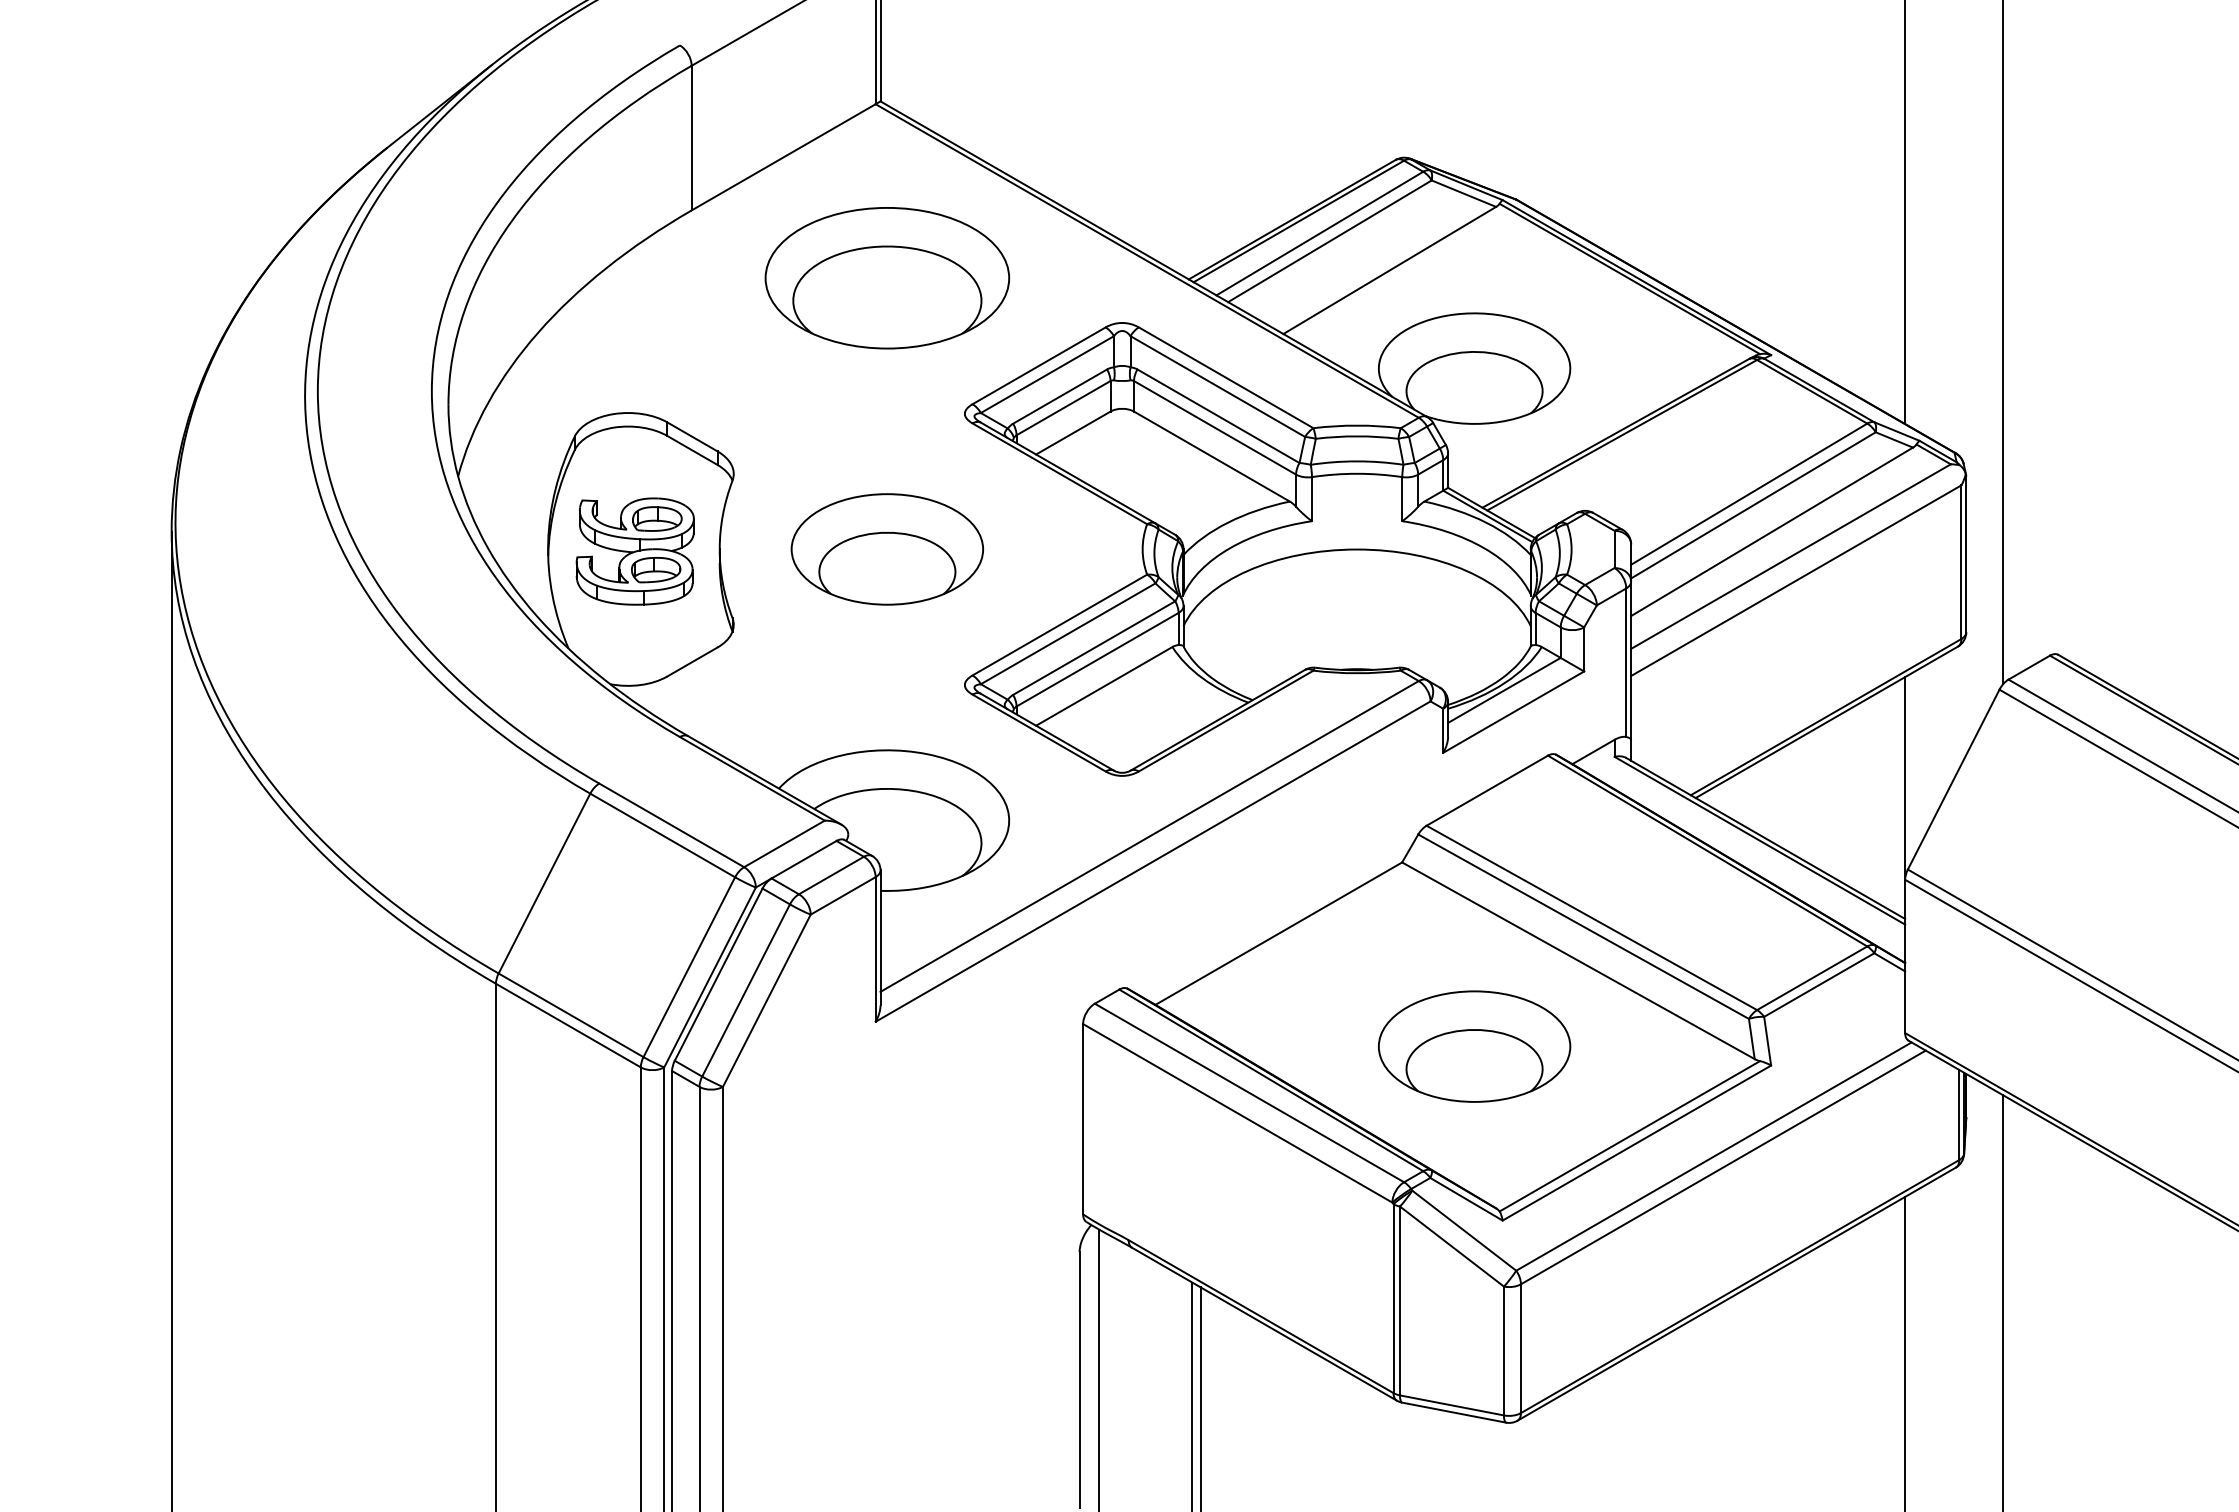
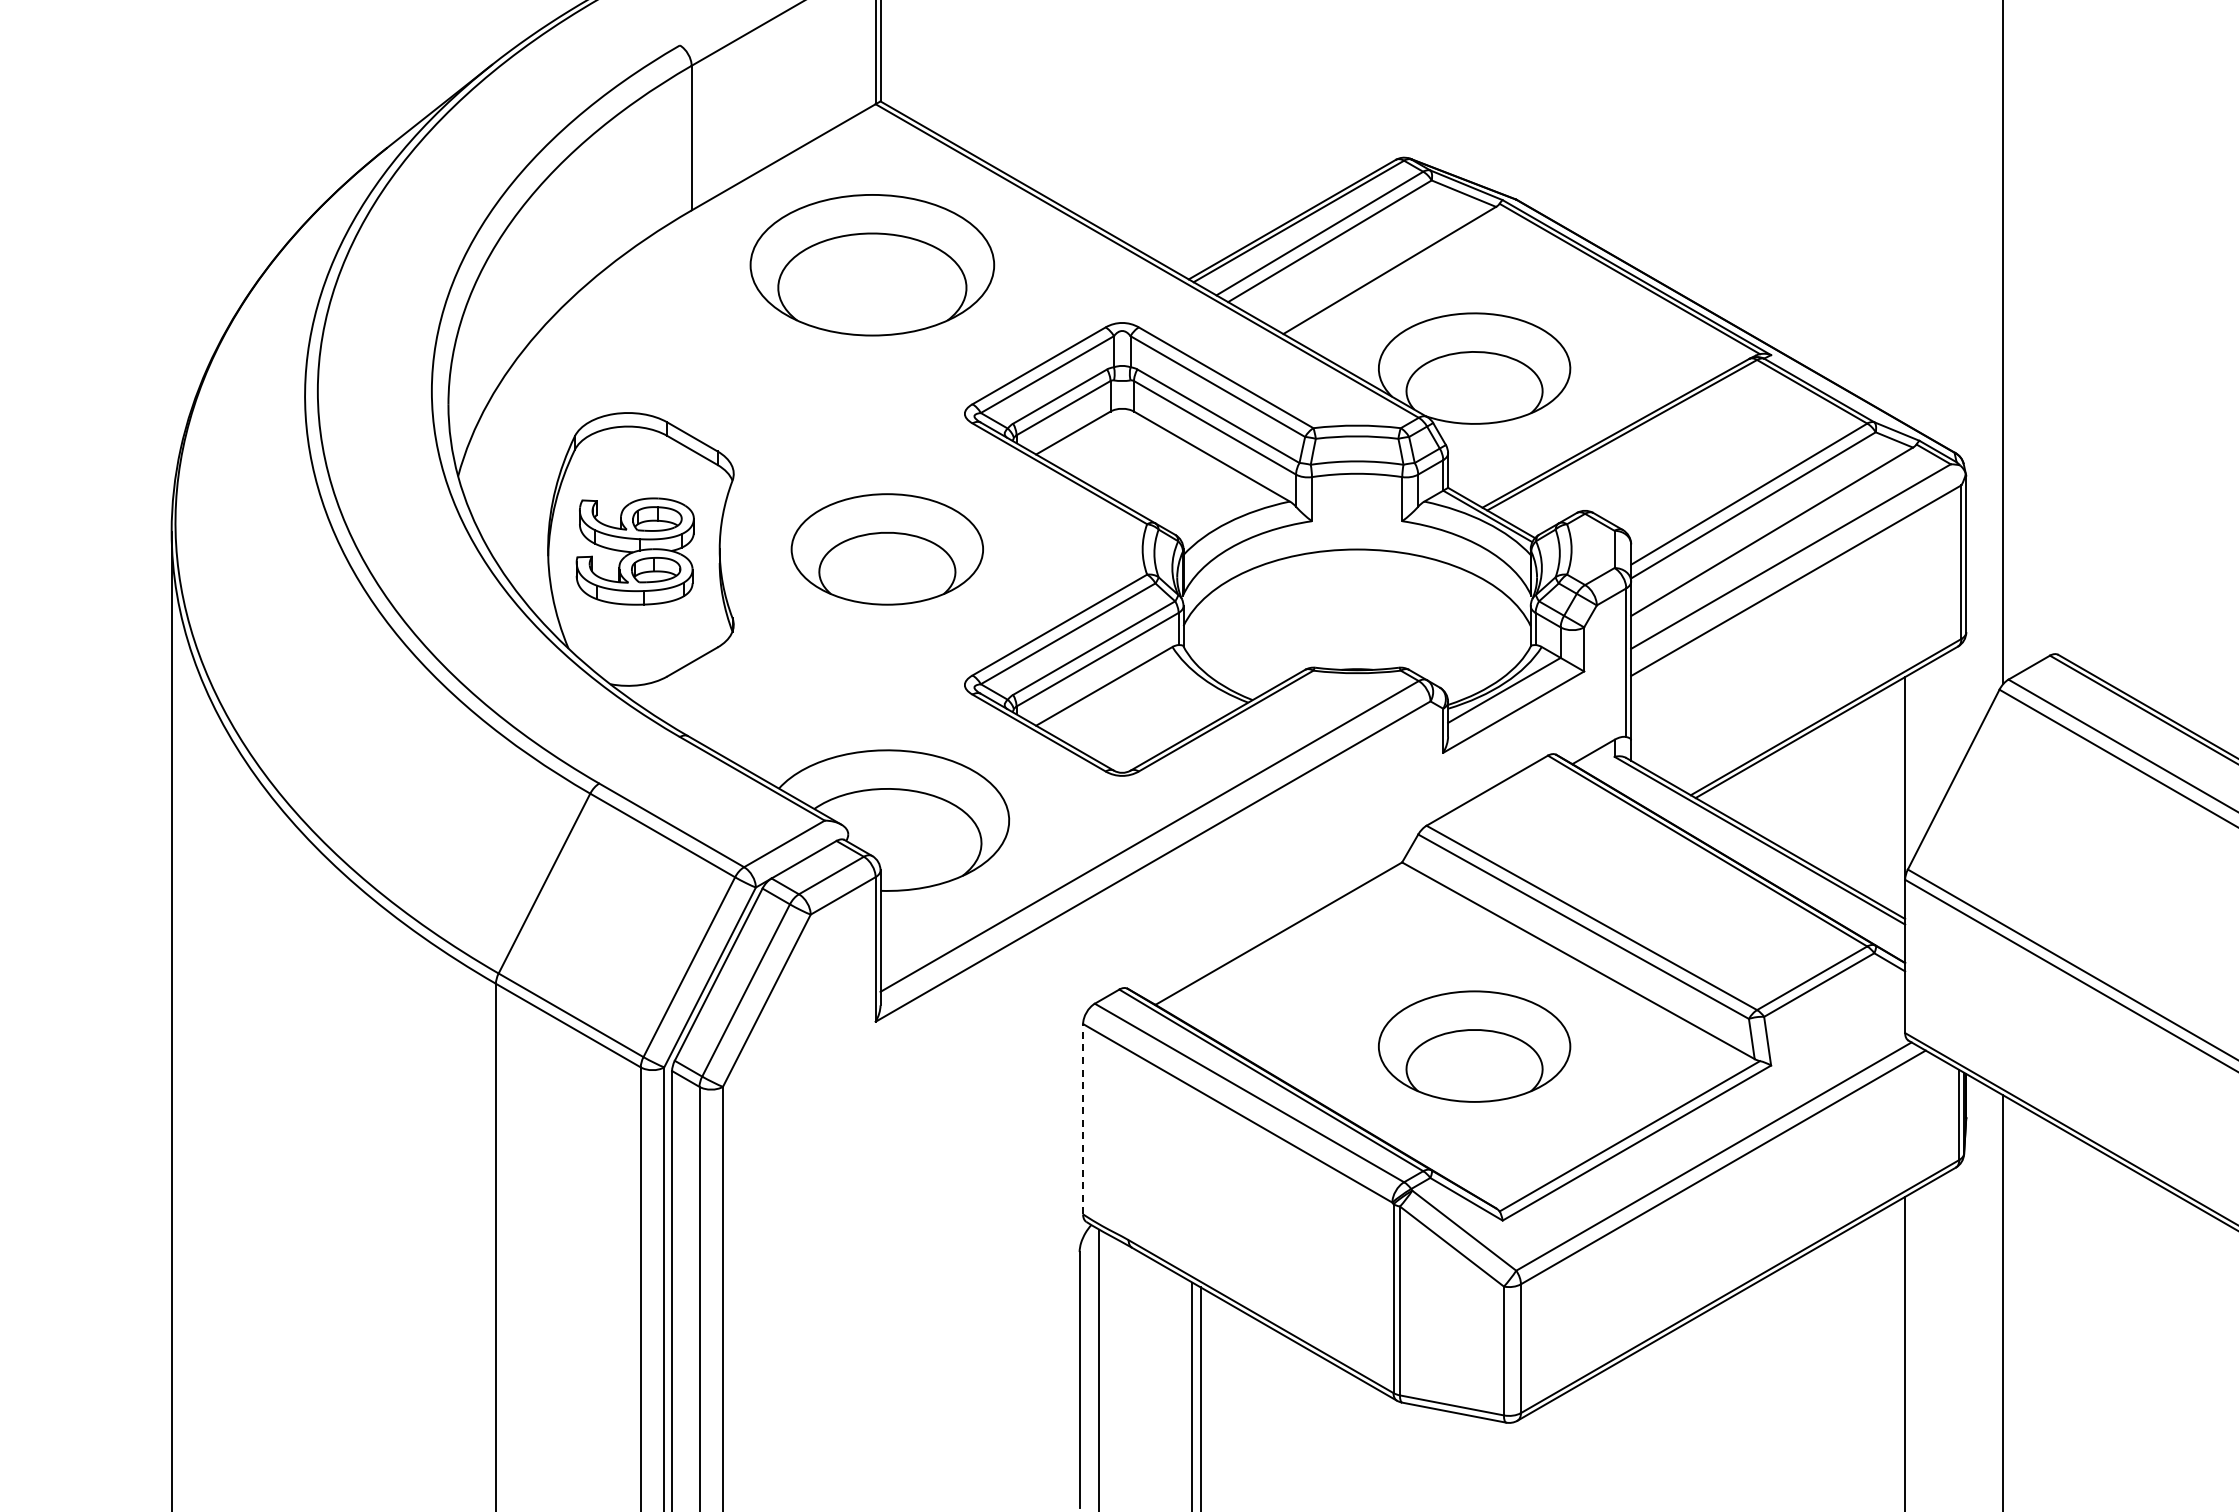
line at (1905, 213): present -> none
part at (887, 278) position: (887, 278) -> (872, 265)
line at (1083, 1118): solid -> dashed
